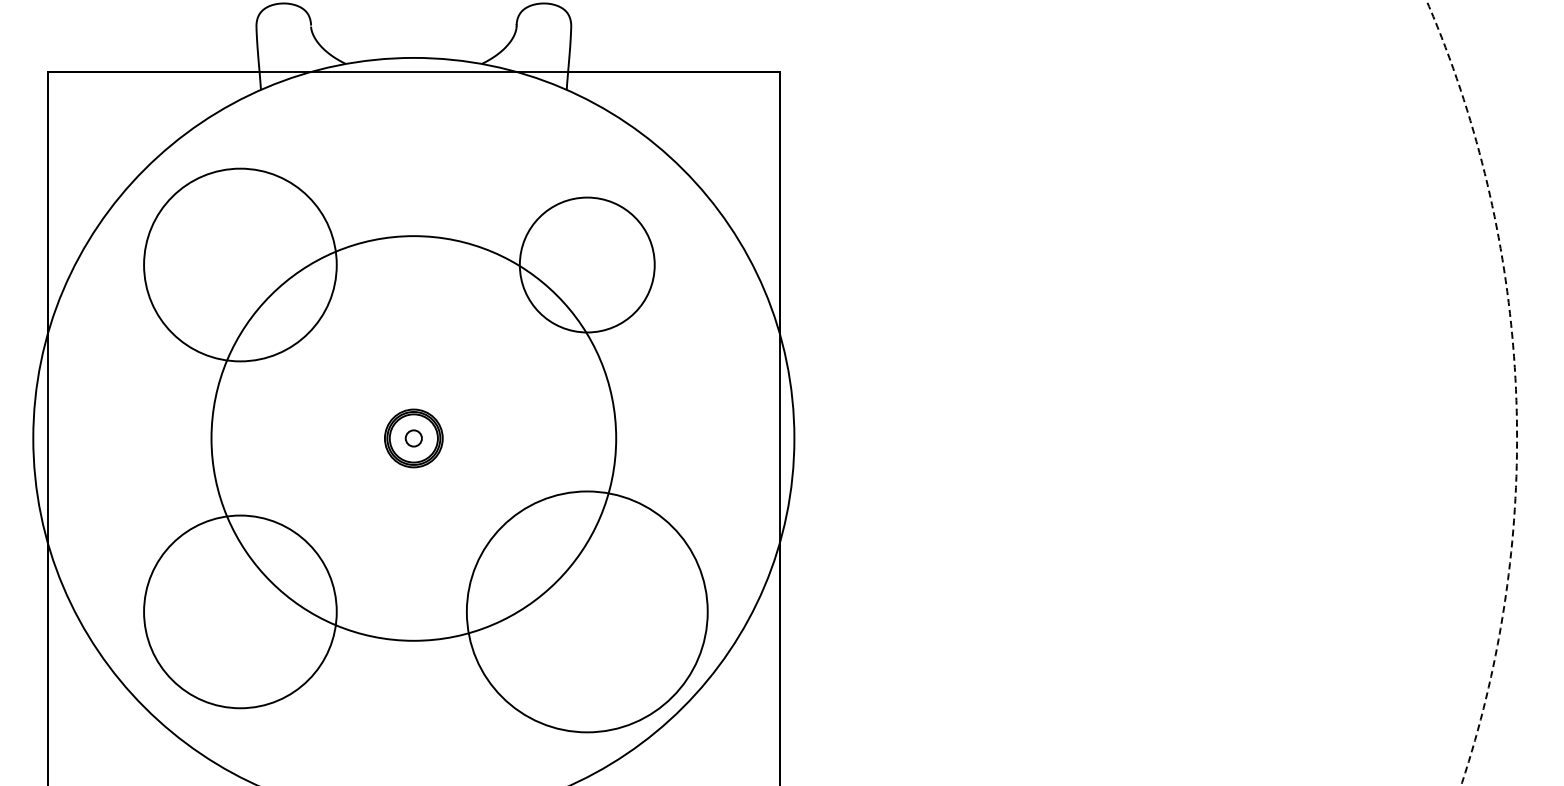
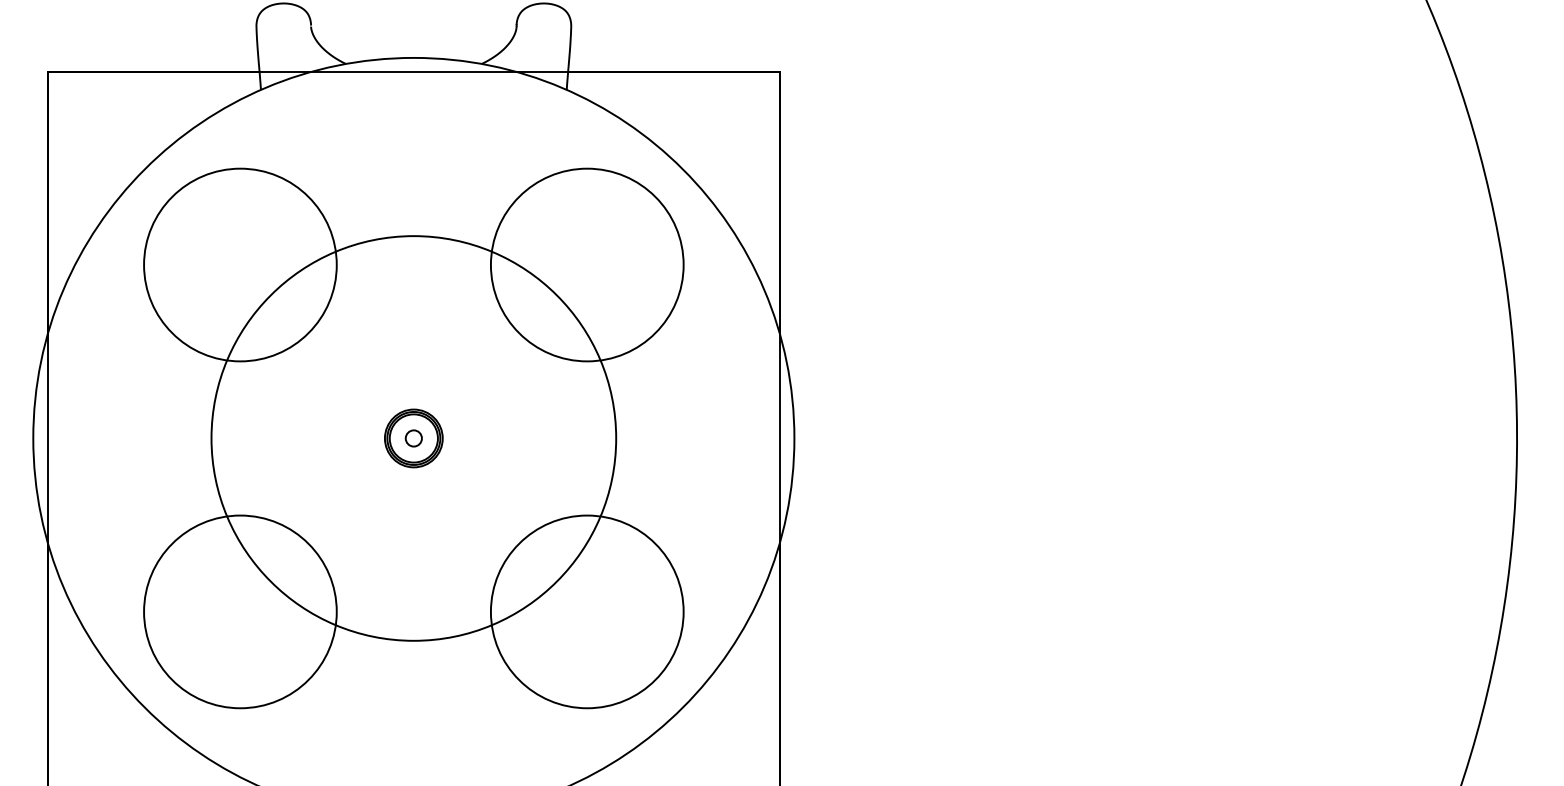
circle at (586, 264) diameter: 135 px -> 193 px
arc at (1515, 388): dashed -> solid
circle at (586, 611) diameter: 241 px -> 193 px
